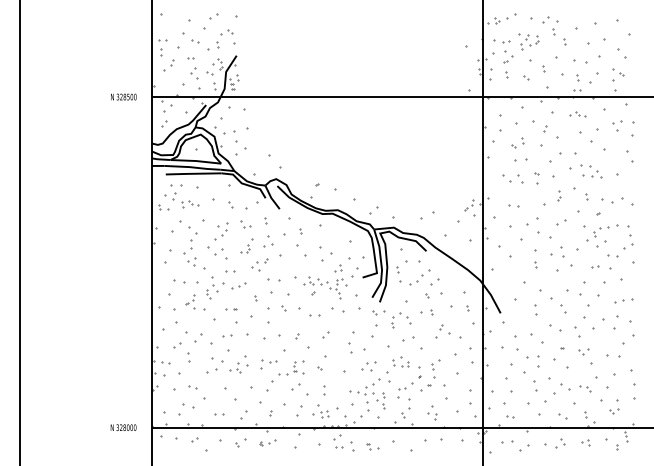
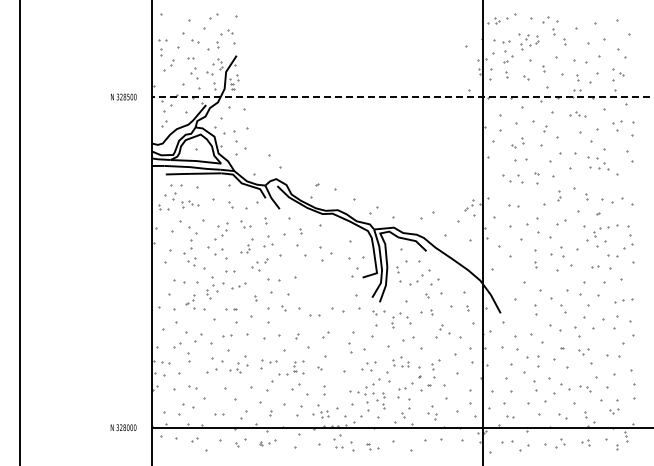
line at (402, 97): solid -> dashed
part at (591, 171) position: (591, 171) -> (598, 163)
part at (325, 281): present -> none
